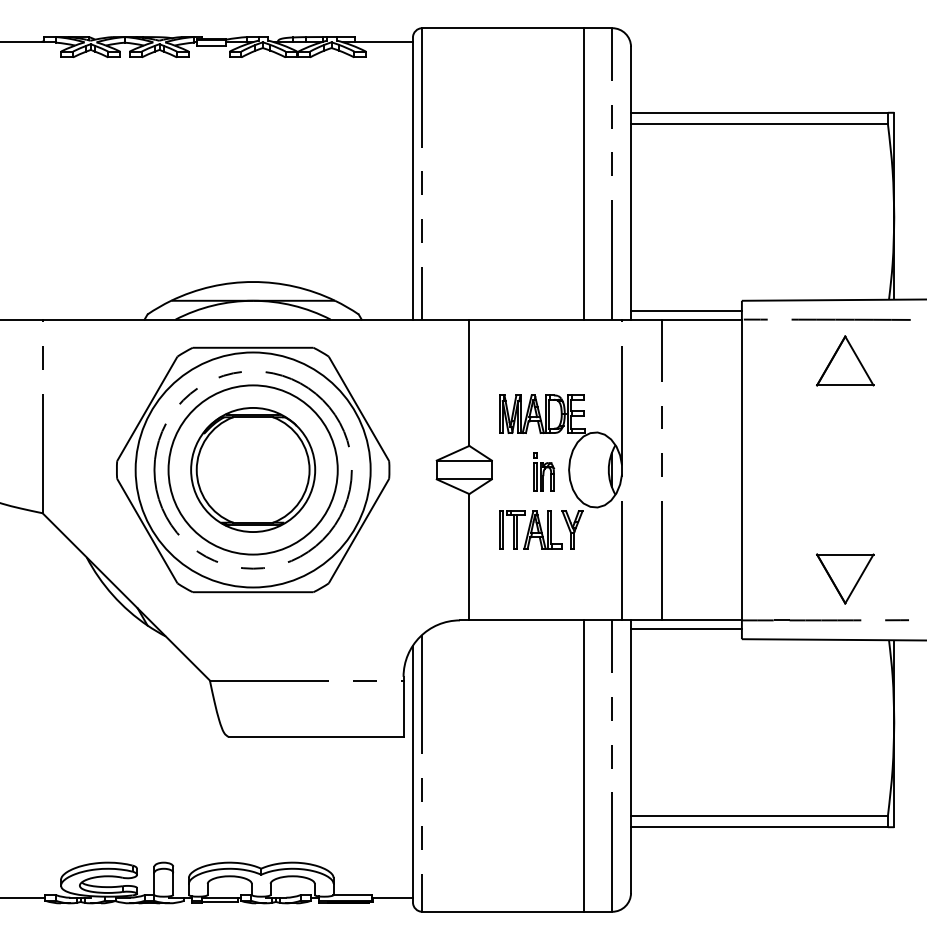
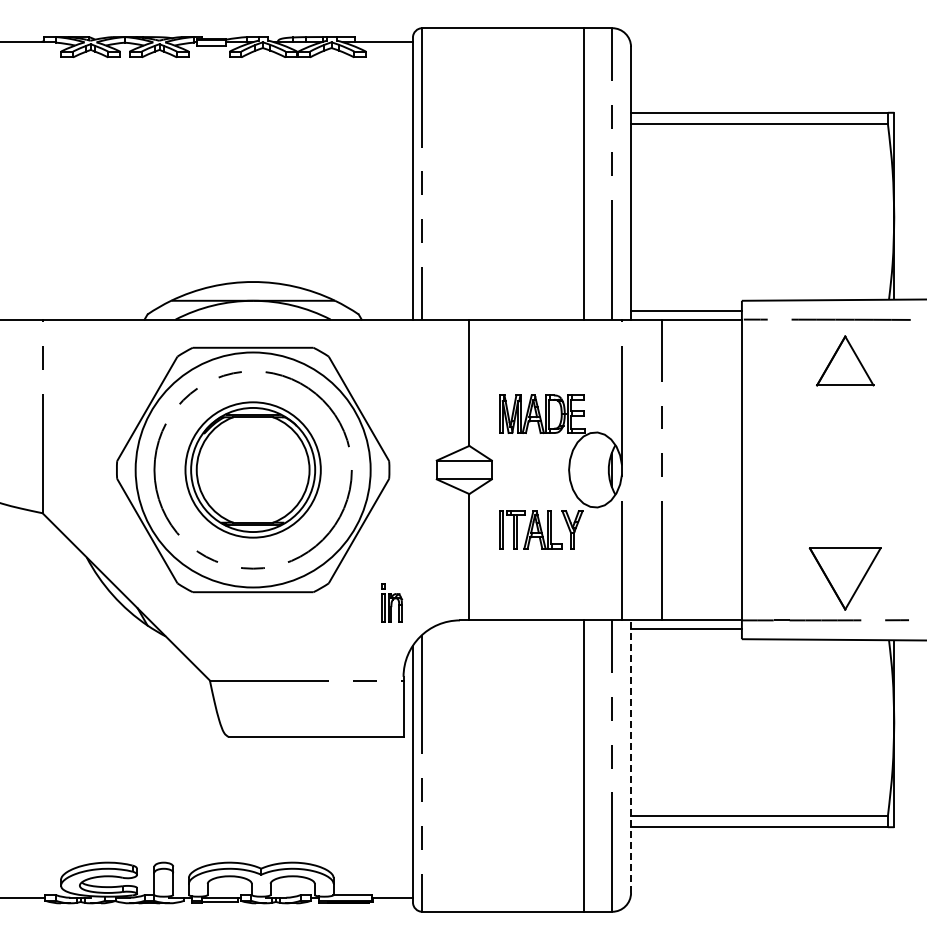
circle at (252, 469) diameter: 169 px -> 135 px
part at (544, 471) position: (544, 471) -> (392, 602)
part at (845, 578) size: 59x52 px -> 74x64 px
line at (631, 756): solid -> dashed
